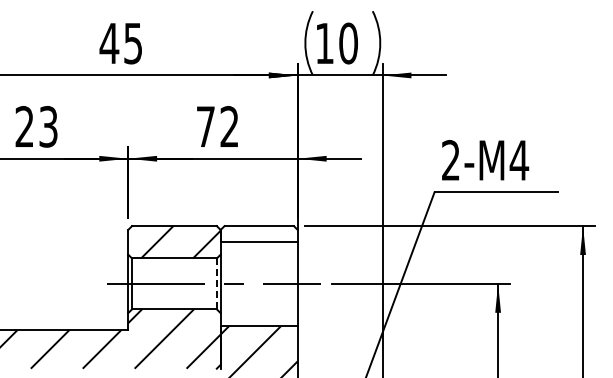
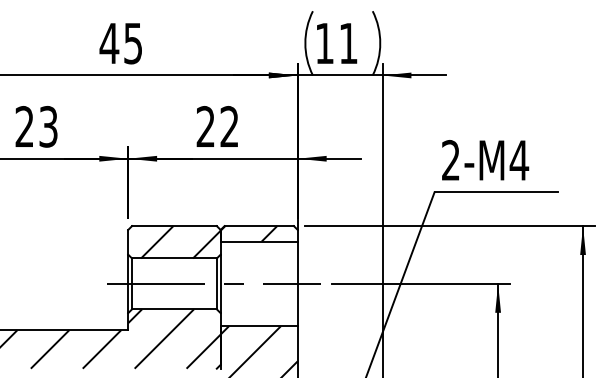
text at (348, 43): 10 -> 11
text at (205, 126): 72 -> 22
hatch at (248, 233): none -> present
line at (216, 283): dashed -> solid
